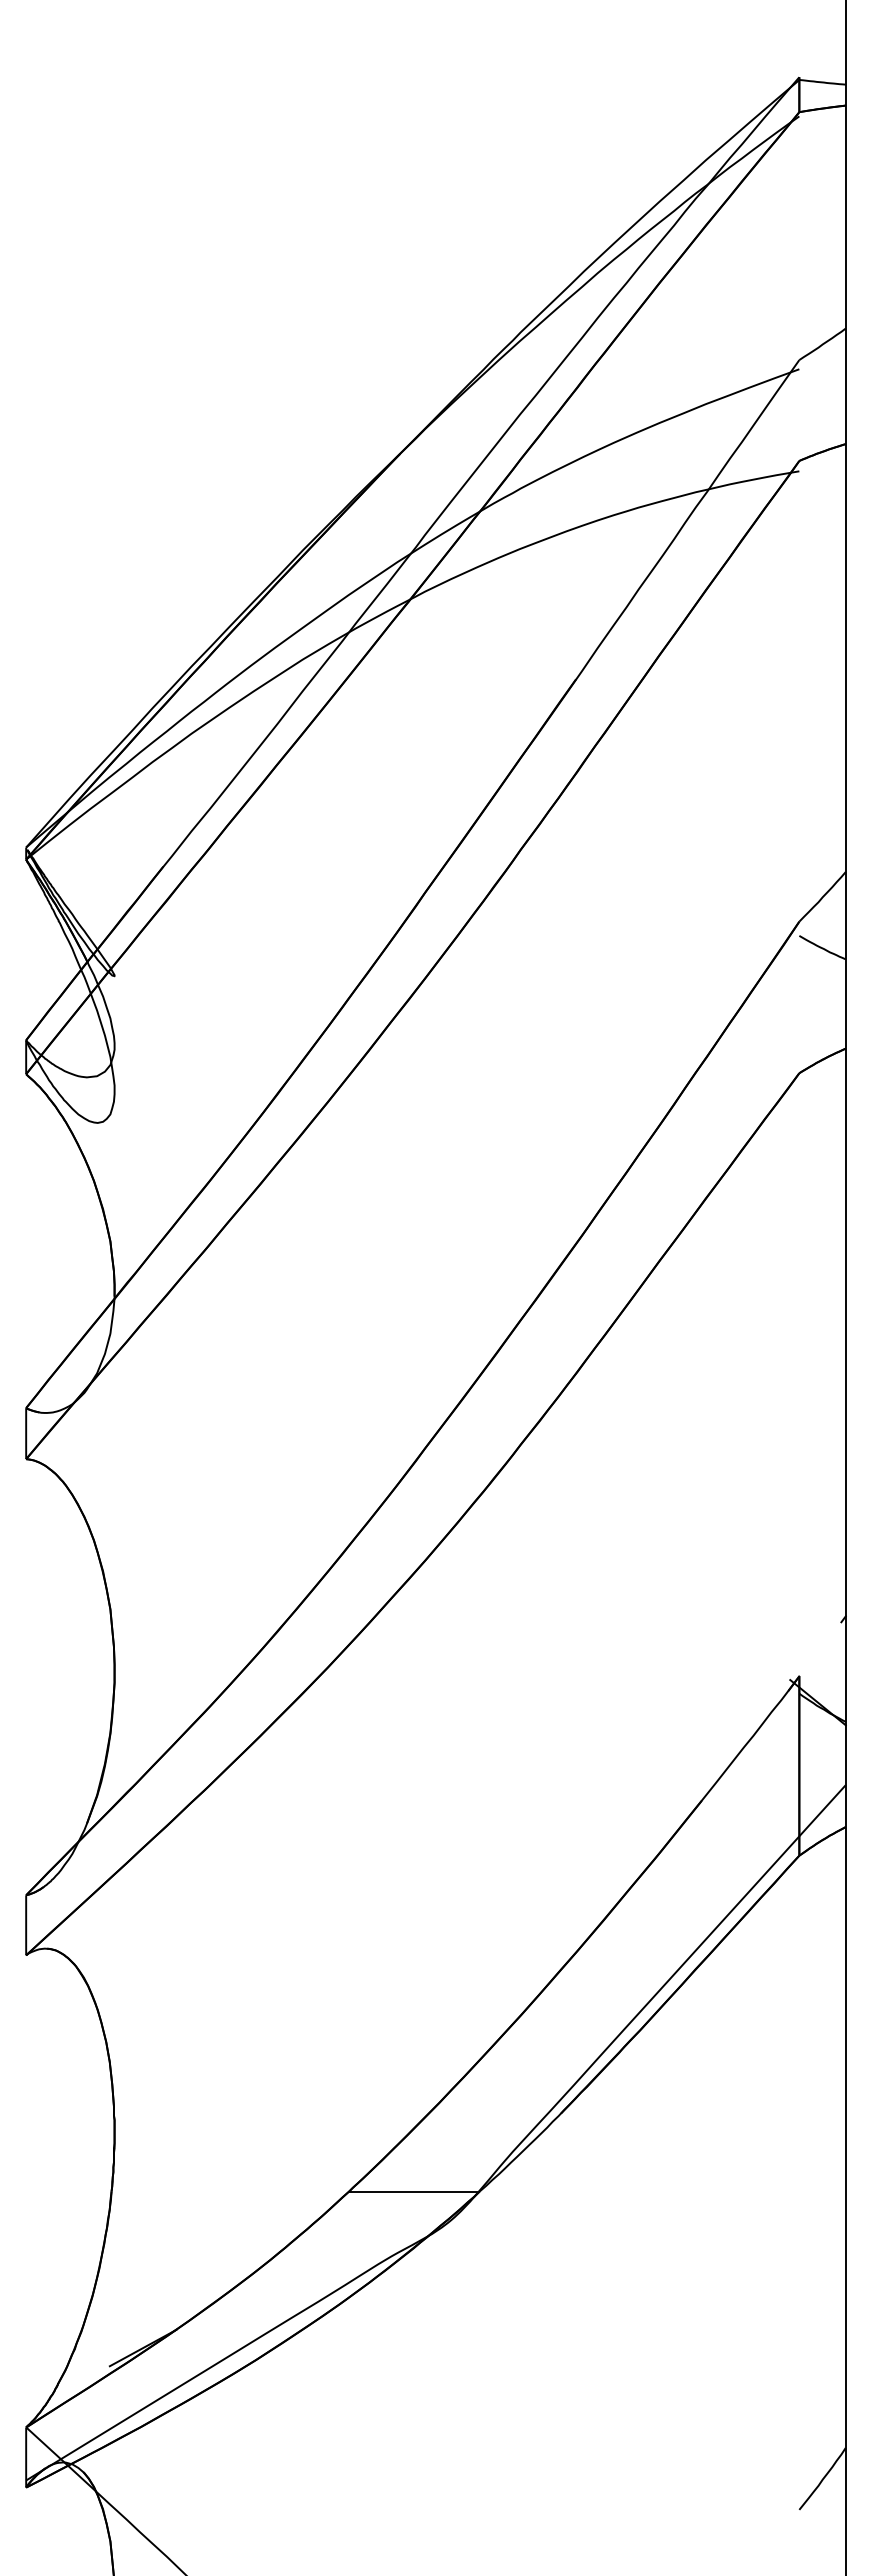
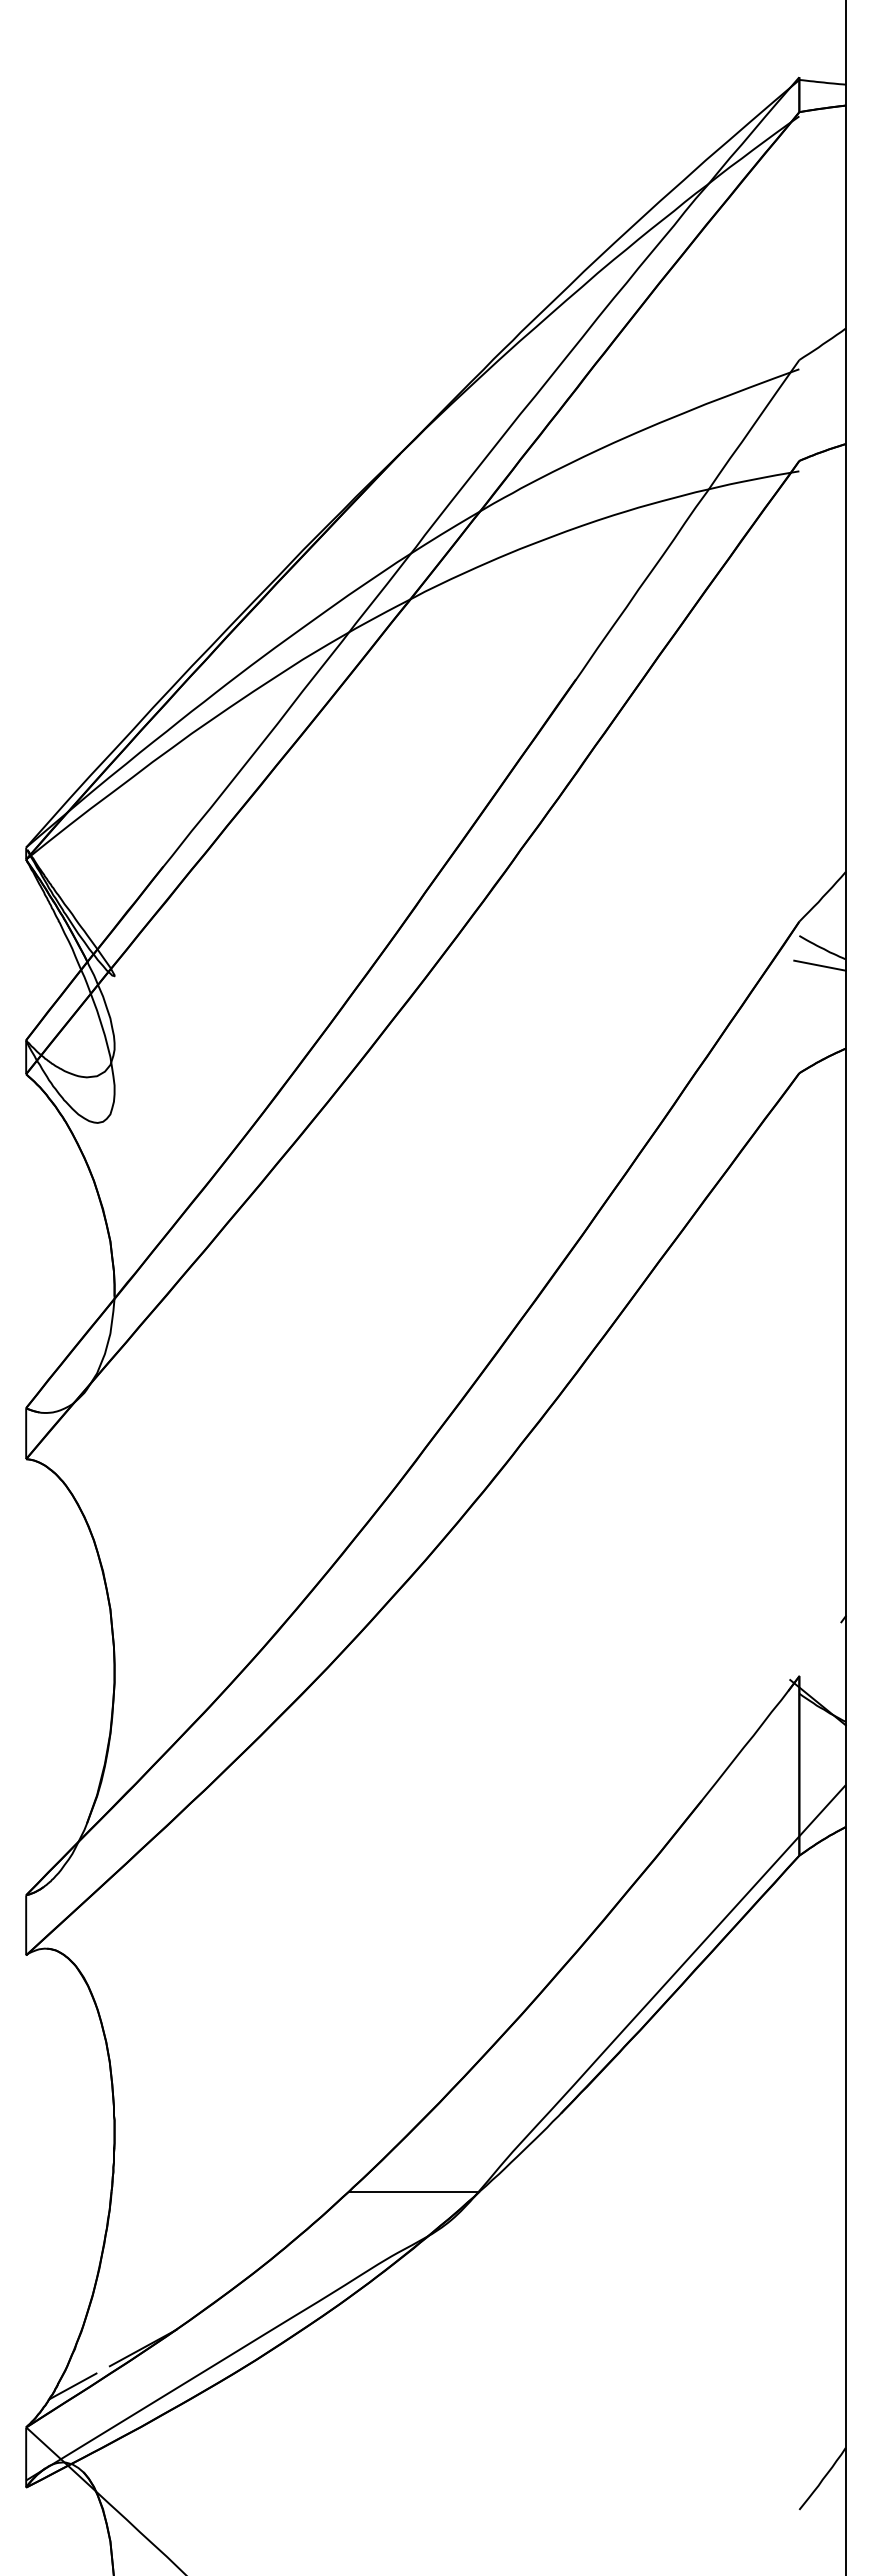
line at (819, 965): none -> present
line at (72, 2386): none -> present
